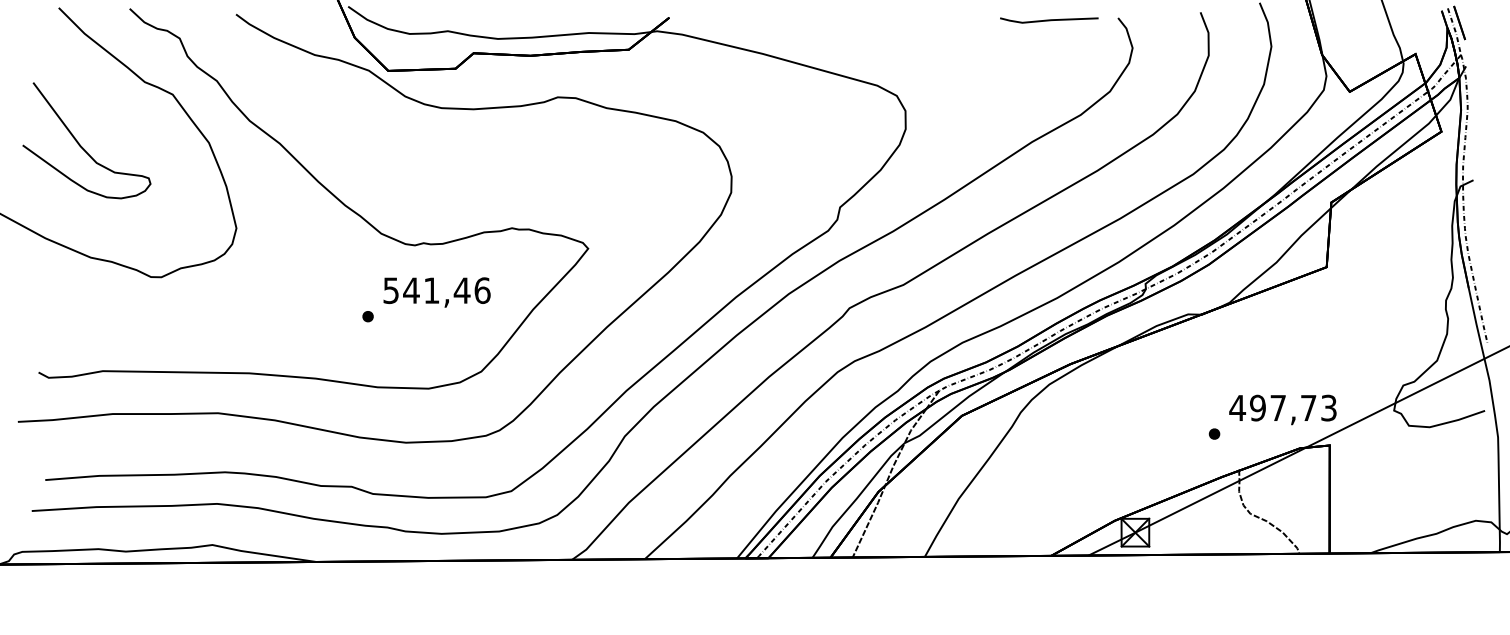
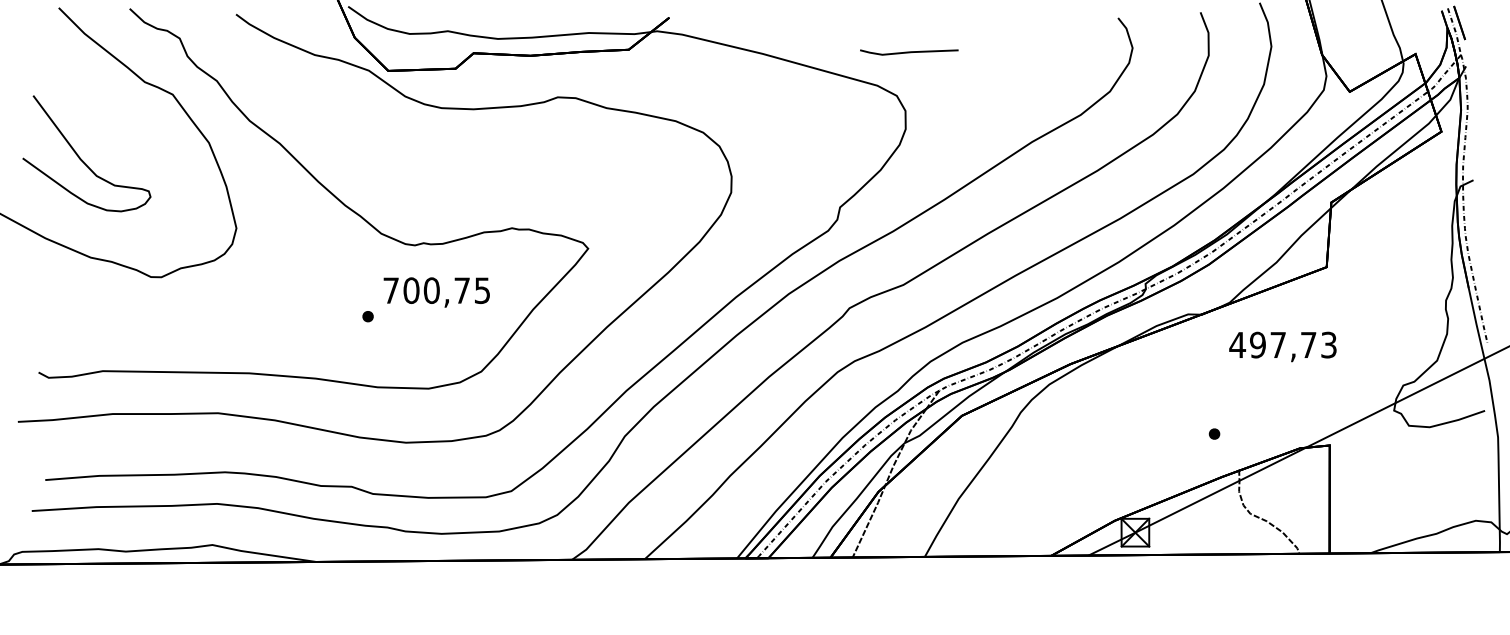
line at (1049, 20) position: (1049, 20) -> (909, 52)
curve at (81, 145) position: (81, 145) -> (81, 158)
text at (436, 290): 541,46 -> 700,75
text at (1282, 409) position: (1282, 409) -> (1282, 346)
